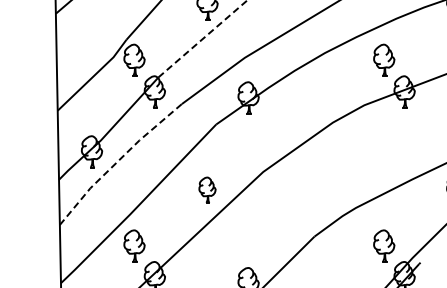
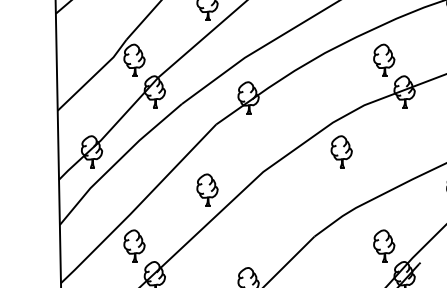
line at (202, 38): dashed -> solid
part at (341, 151): none -> present
line at (118, 161): dashed -> solid
part at (207, 189) size: 19x28 px -> 23x34 px
